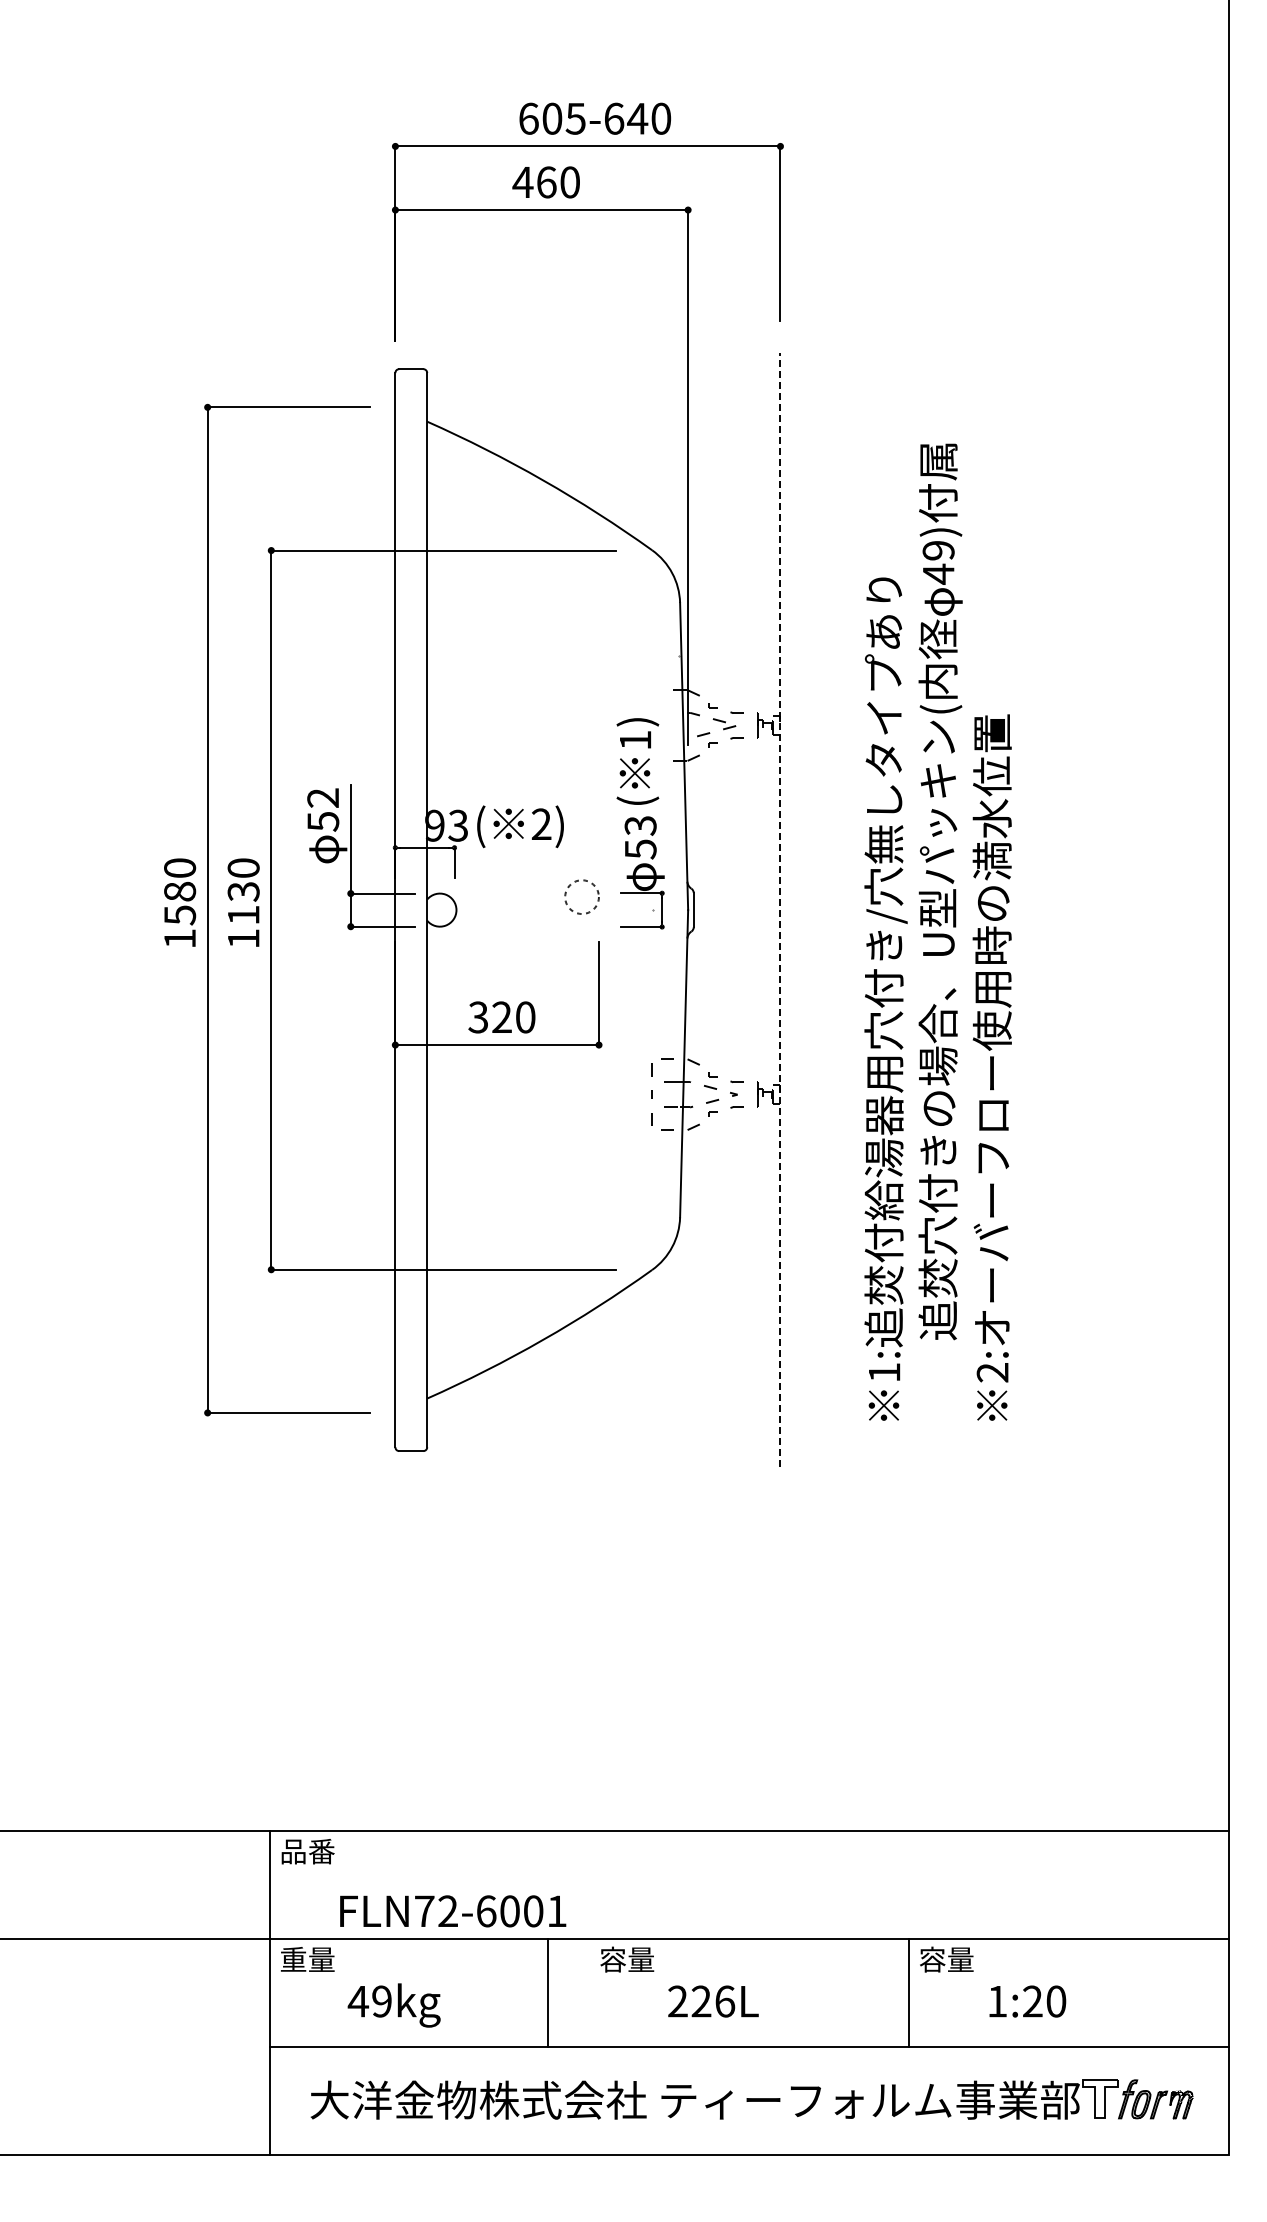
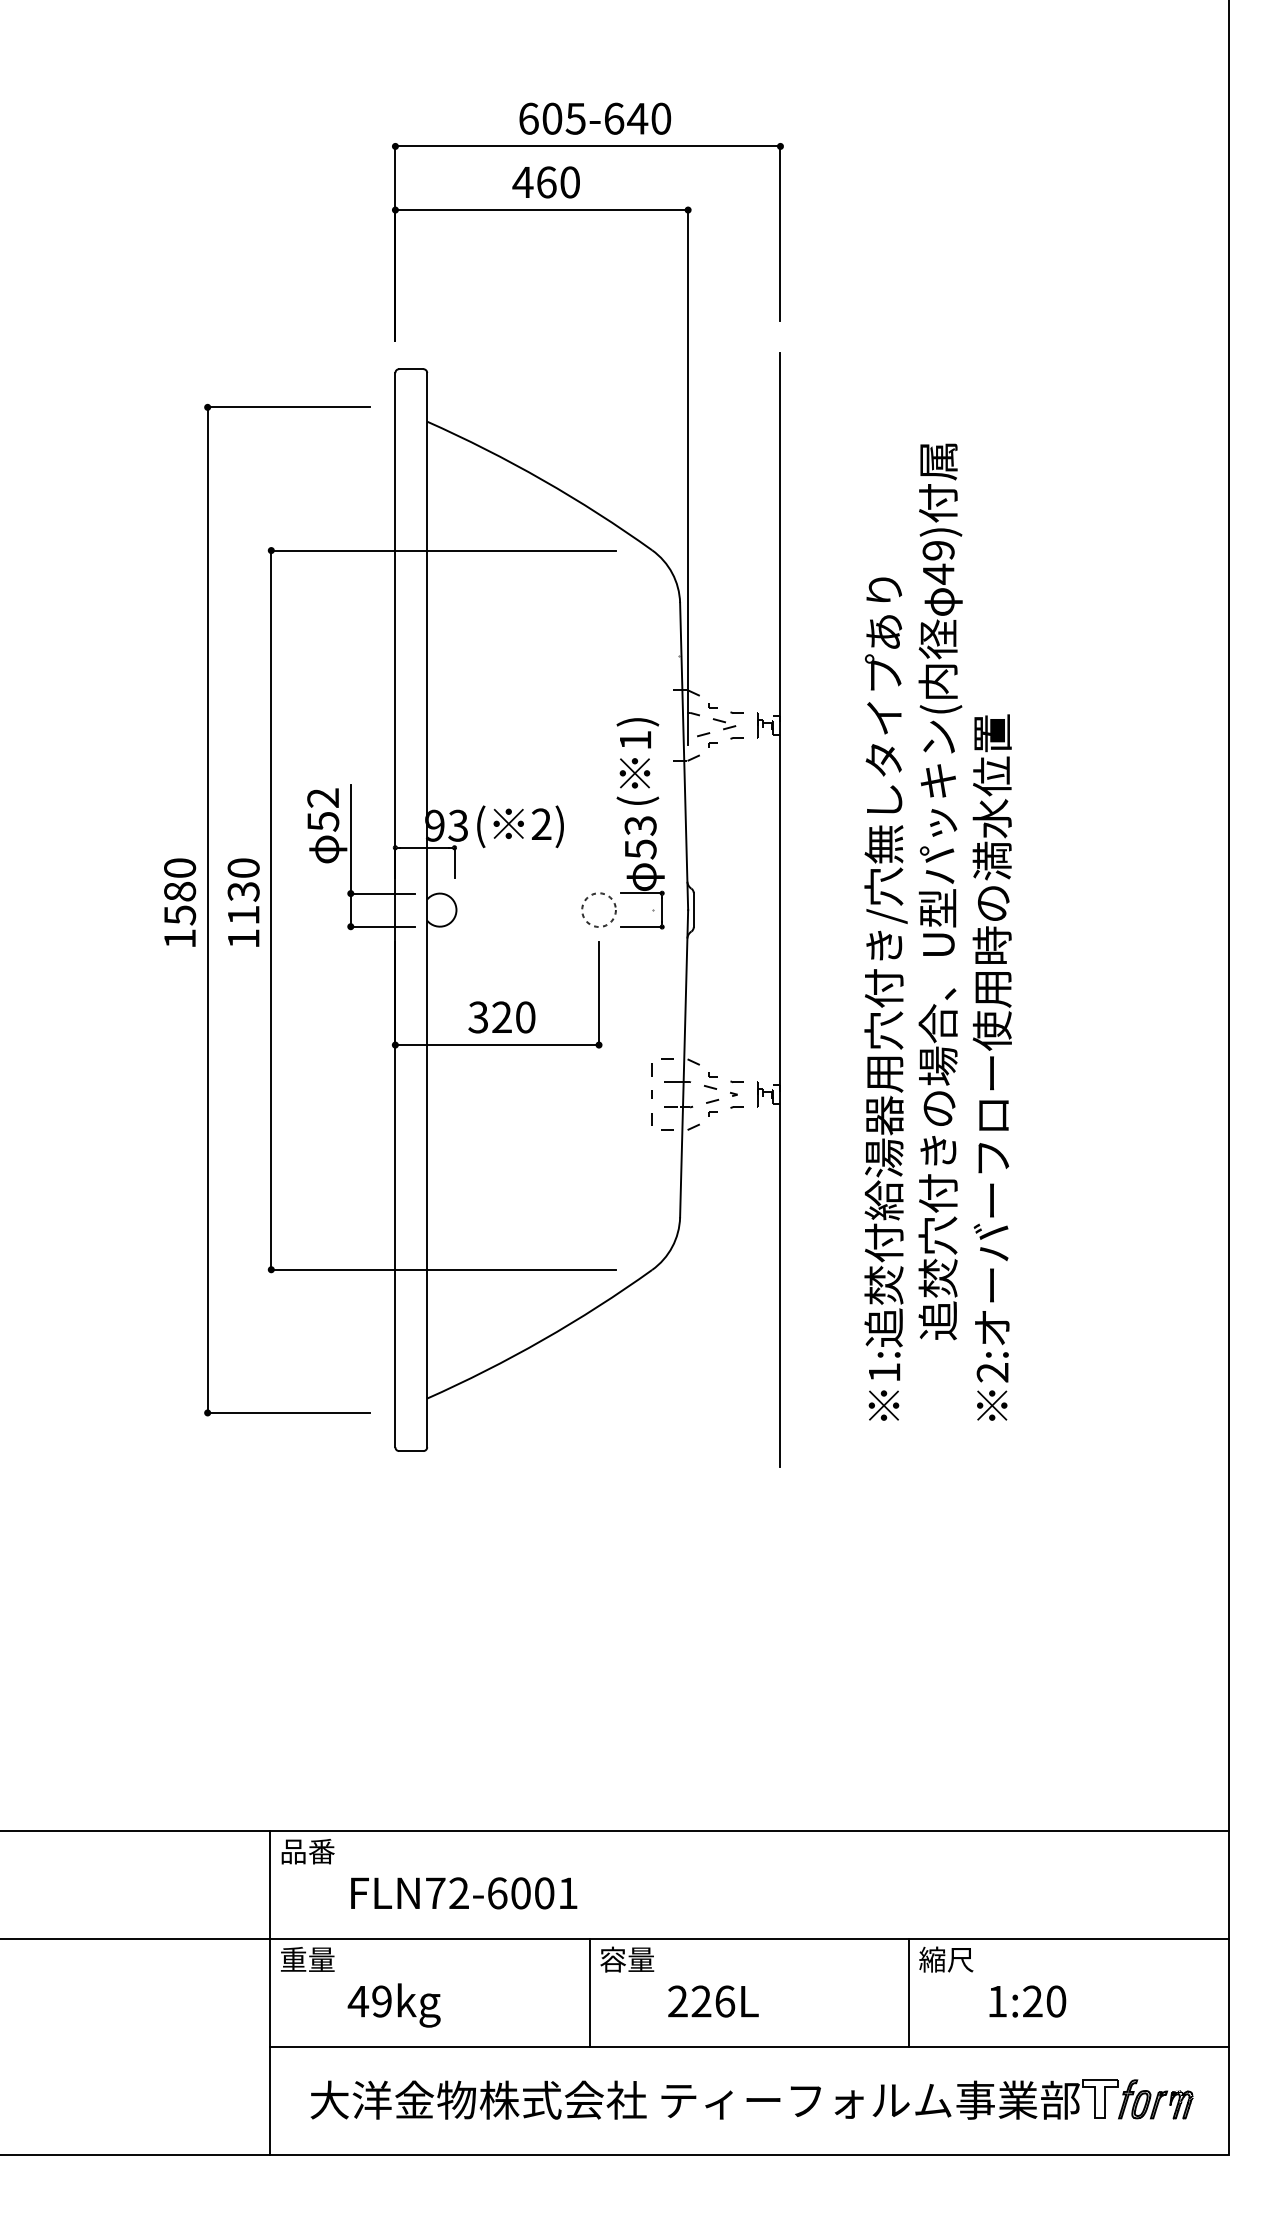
circle at (581, 896) position: (581, 896) -> (598, 909)
line at (780, 910): dashed -> solid
text at (453, 1911) position: (453, 1911) -> (464, 1893)
text at (946, 1959): 容量 -> 縮尺
line at (547, 1992) position: (547, 1992) -> (589, 1992)
